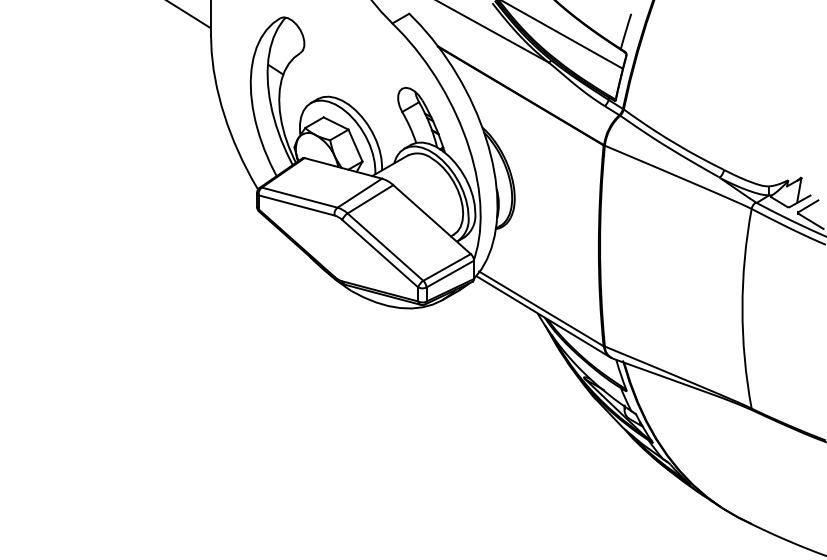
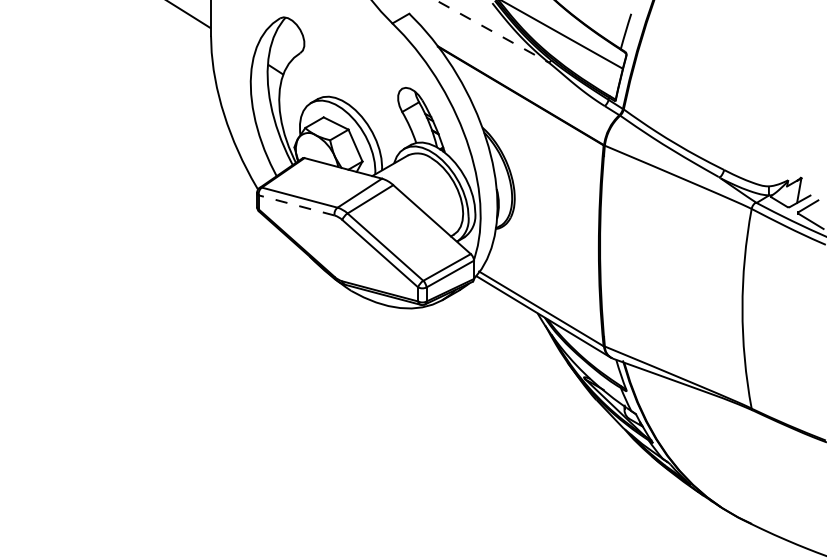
line at (492, 31): solid -> dashed
line at (296, 205): solid -> dashed
